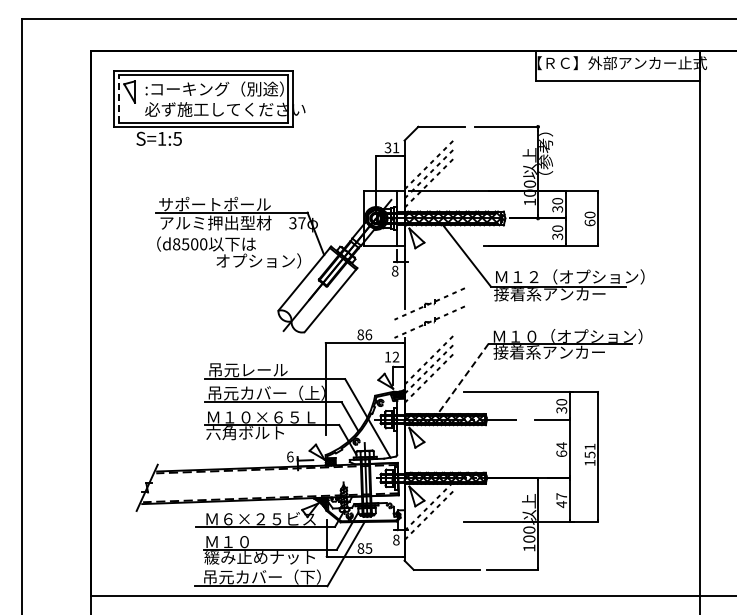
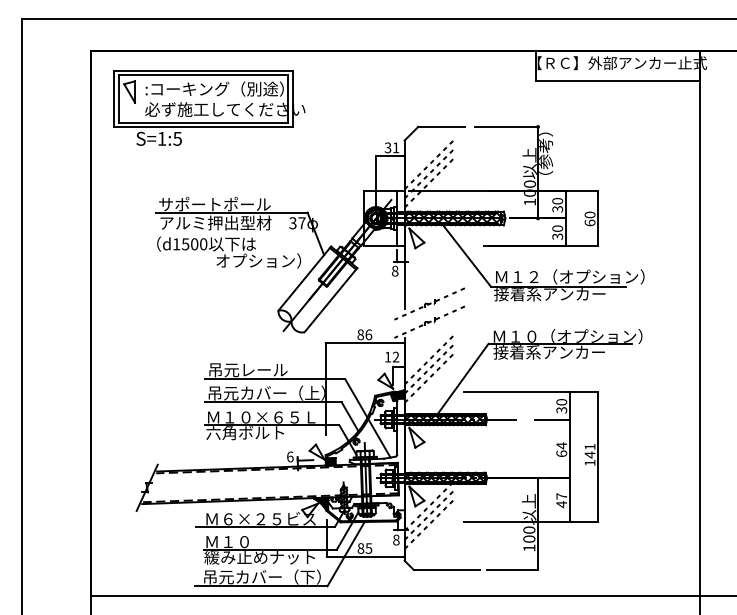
line at (118, 98): dashed -> solid
text at (176, 244): d8500 -> d1500
line at (462, 379): dashed -> solid
text at (589, 455): 151 -> 141
line at (429, 523): none -> present
